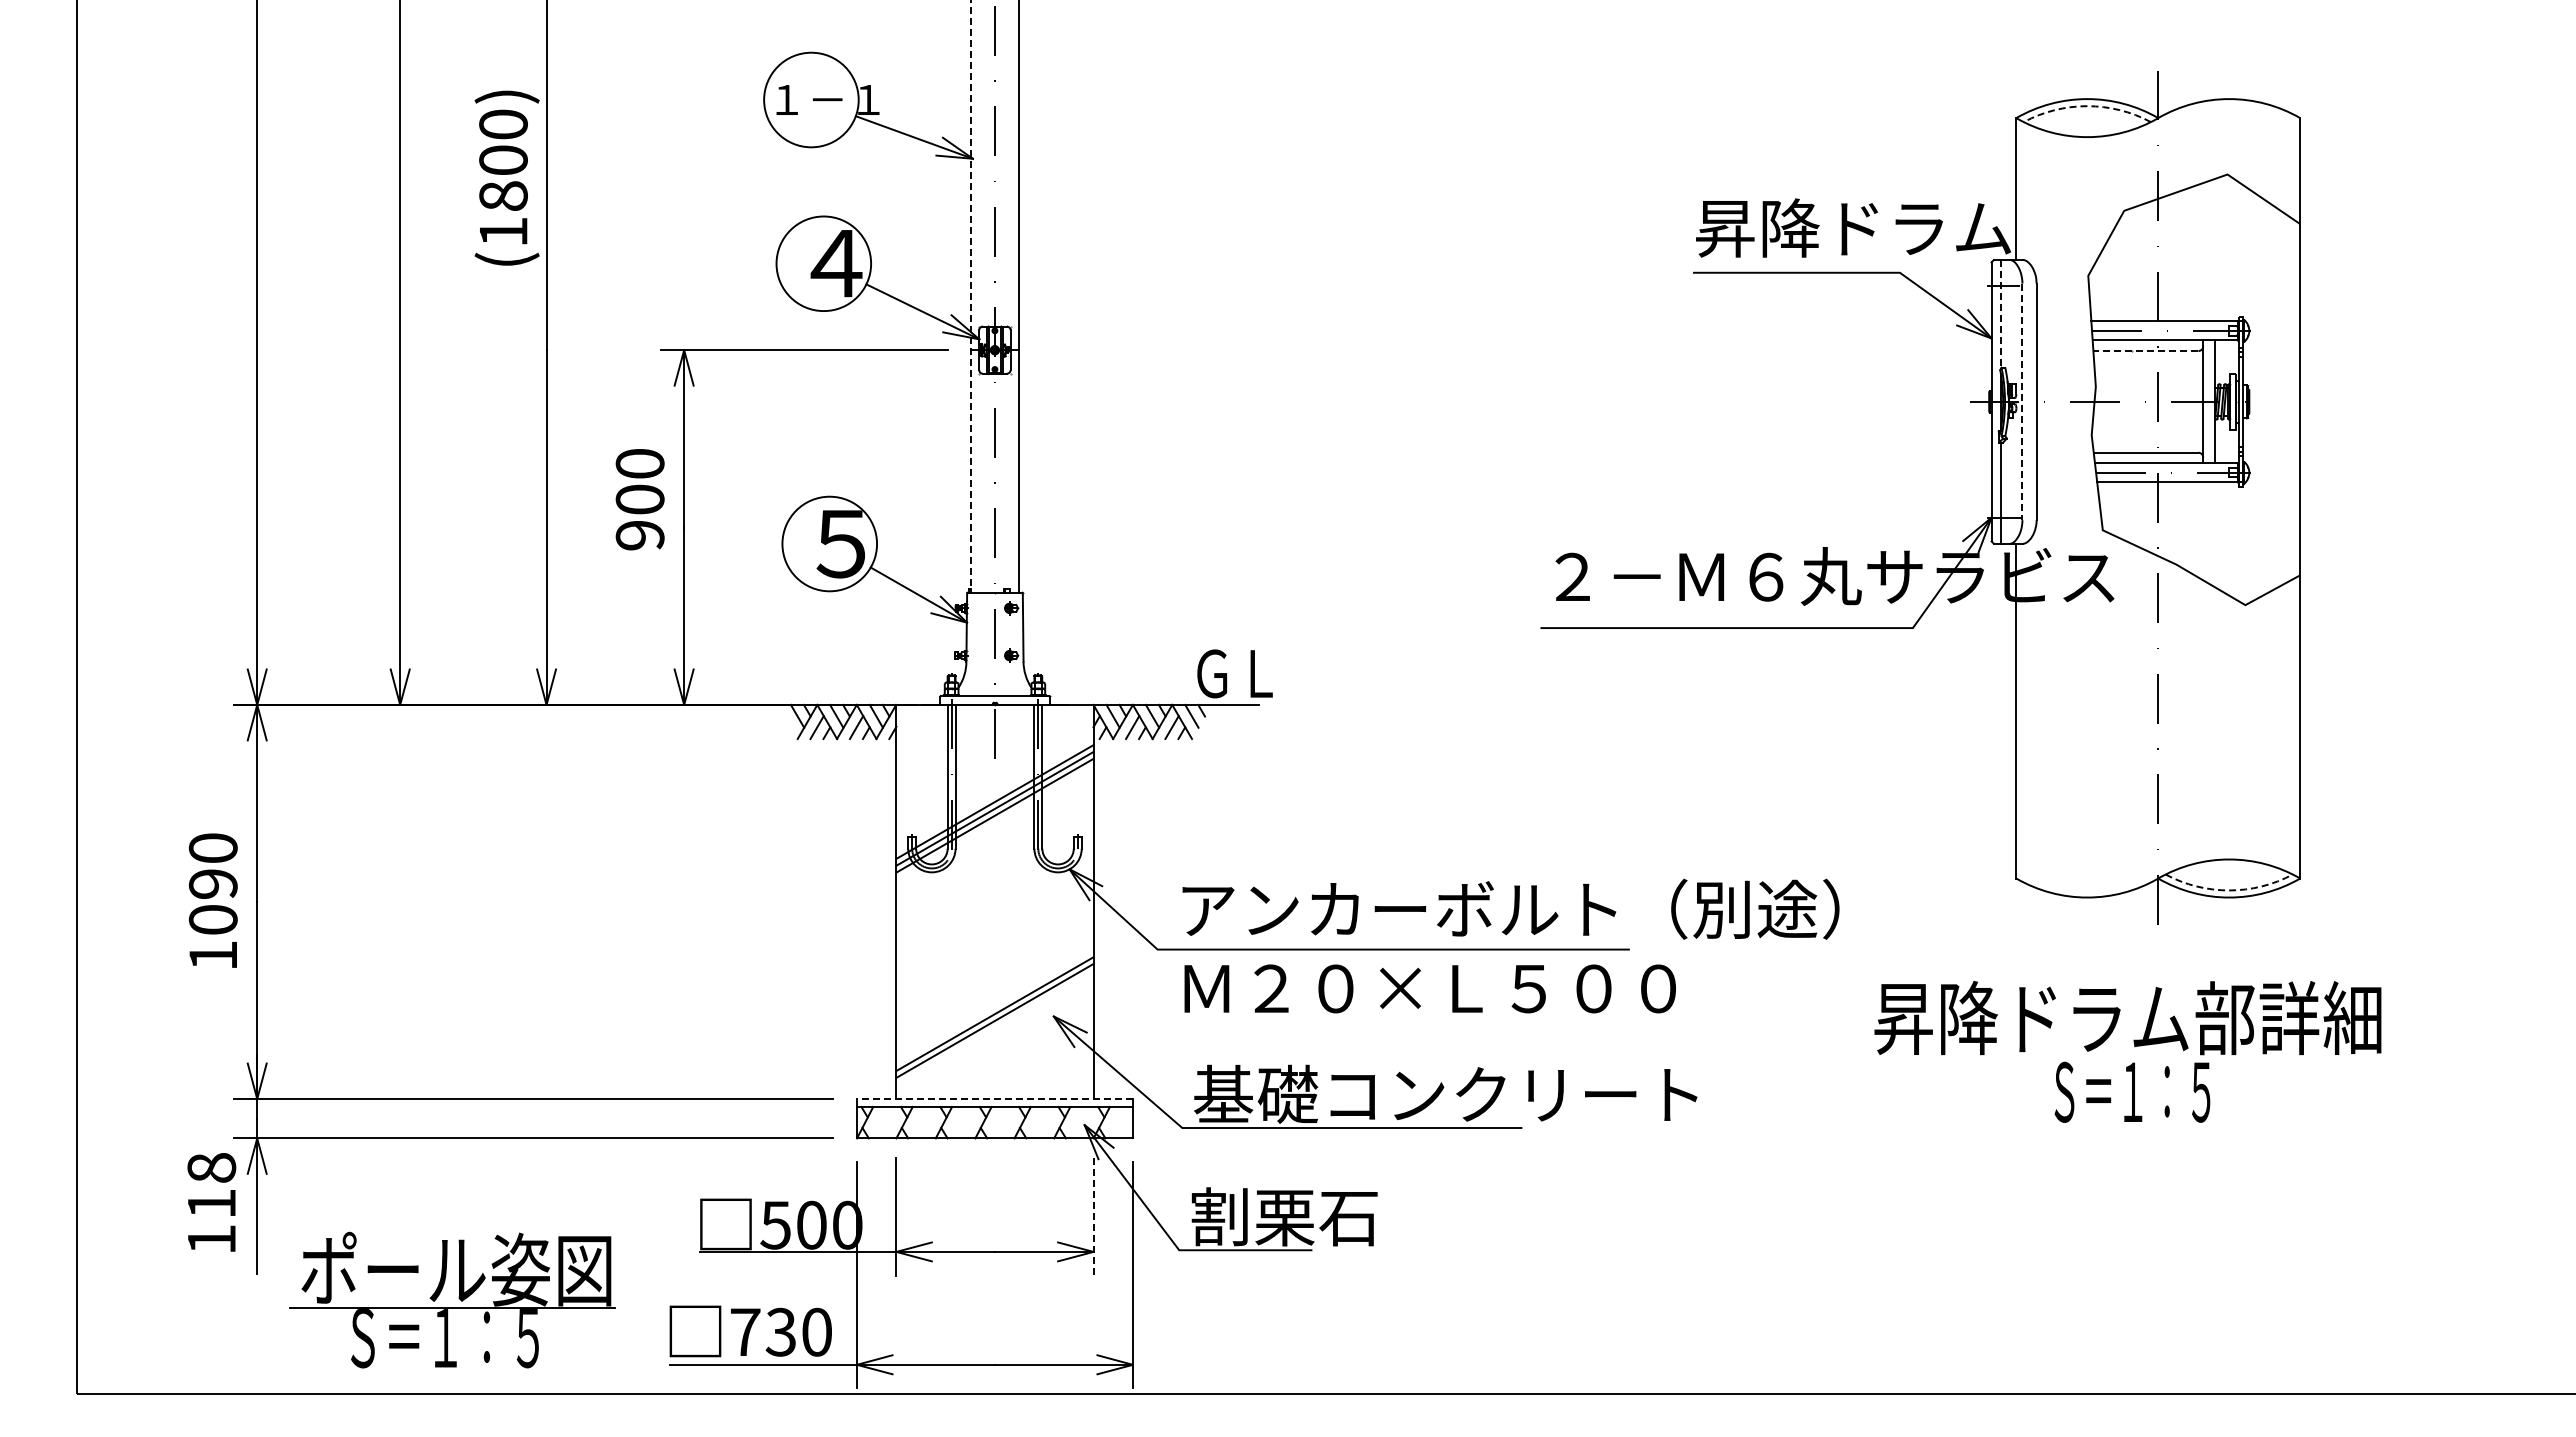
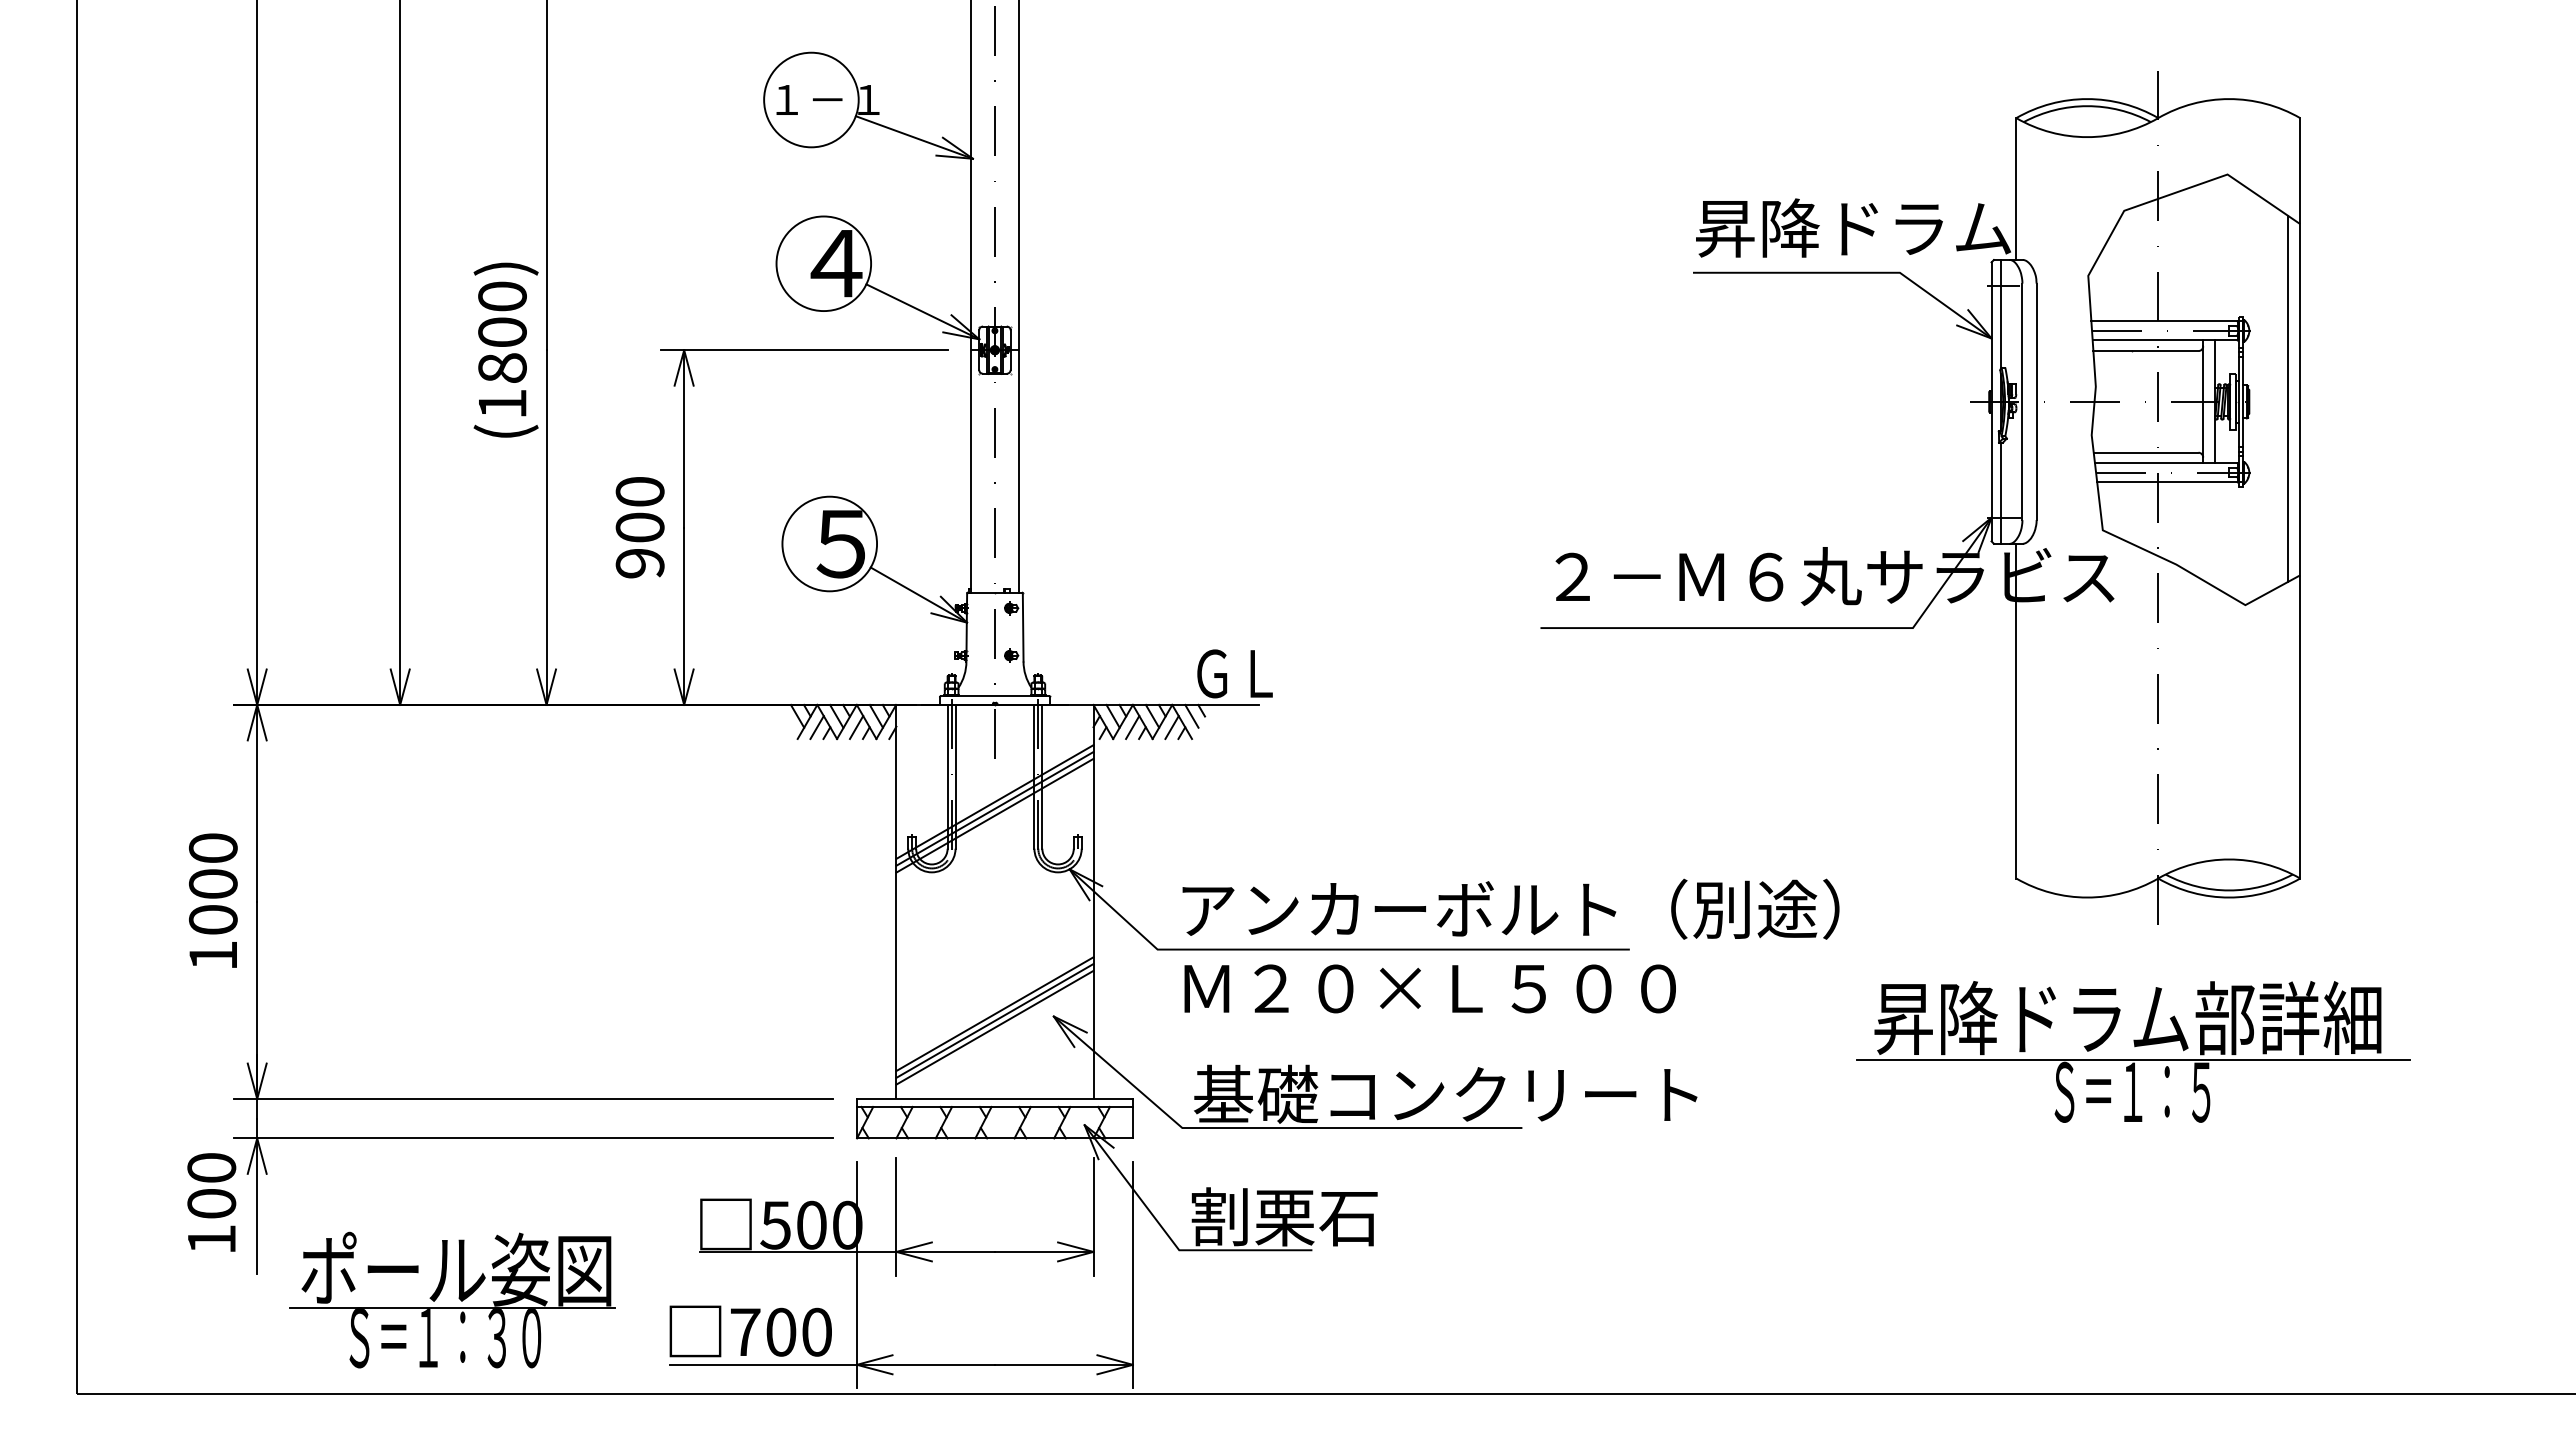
arc at (2087, 106): dashed -> solid
text at (506, 177) position: (506, 177) -> (505, 349)
line at (971, 297): dashed -> solid
line at (2000, 314): dashed -> solid
line at (2145, 351): dashed -> solid
line at (2288, 398): none -> present
line at (2022, 402): dashed -> solid
text at (639, 499) position: (639, 499) -> (639, 527)
text at (213, 883): 1090 -> 1000
arc at (2229, 890): dashed -> solid
line at (994, 1027): none -> present
line at (2132, 1060): none -> present
line at (994, 1099): dashed -> solid
text at (211, 1185): 118 -> 100
line at (1093, 1216): dashed -> solid
text at (780, 1331): 730 -> 700
text at (445, 1338): Ｓ＝１：５ -> Ｓ＝１：３０
